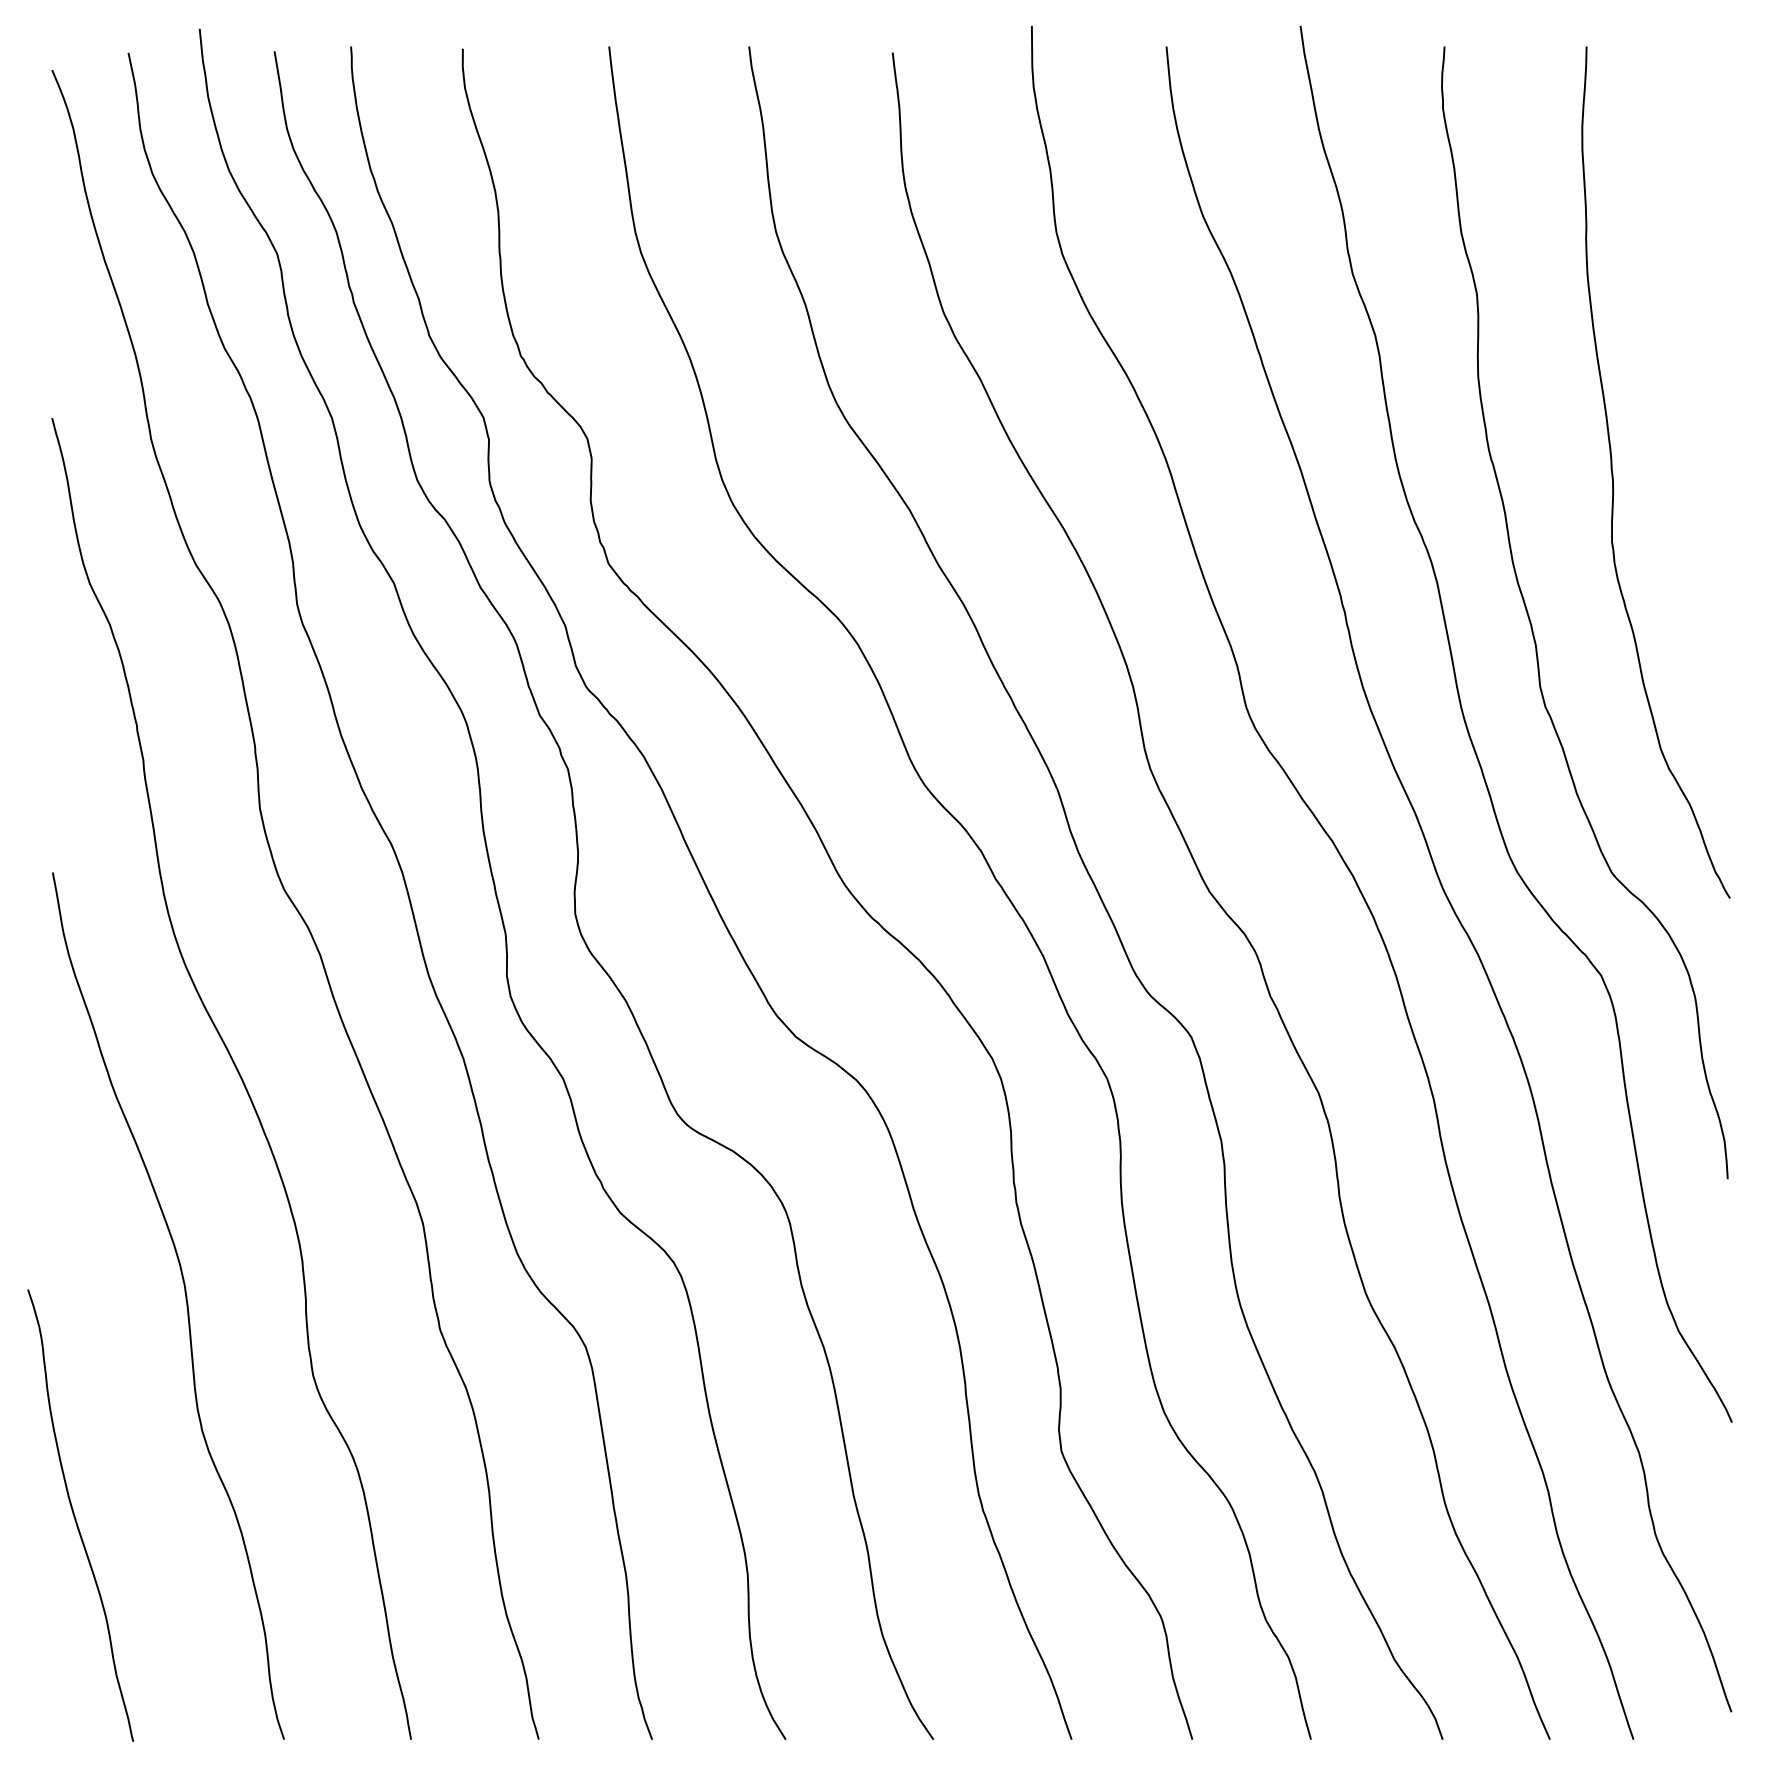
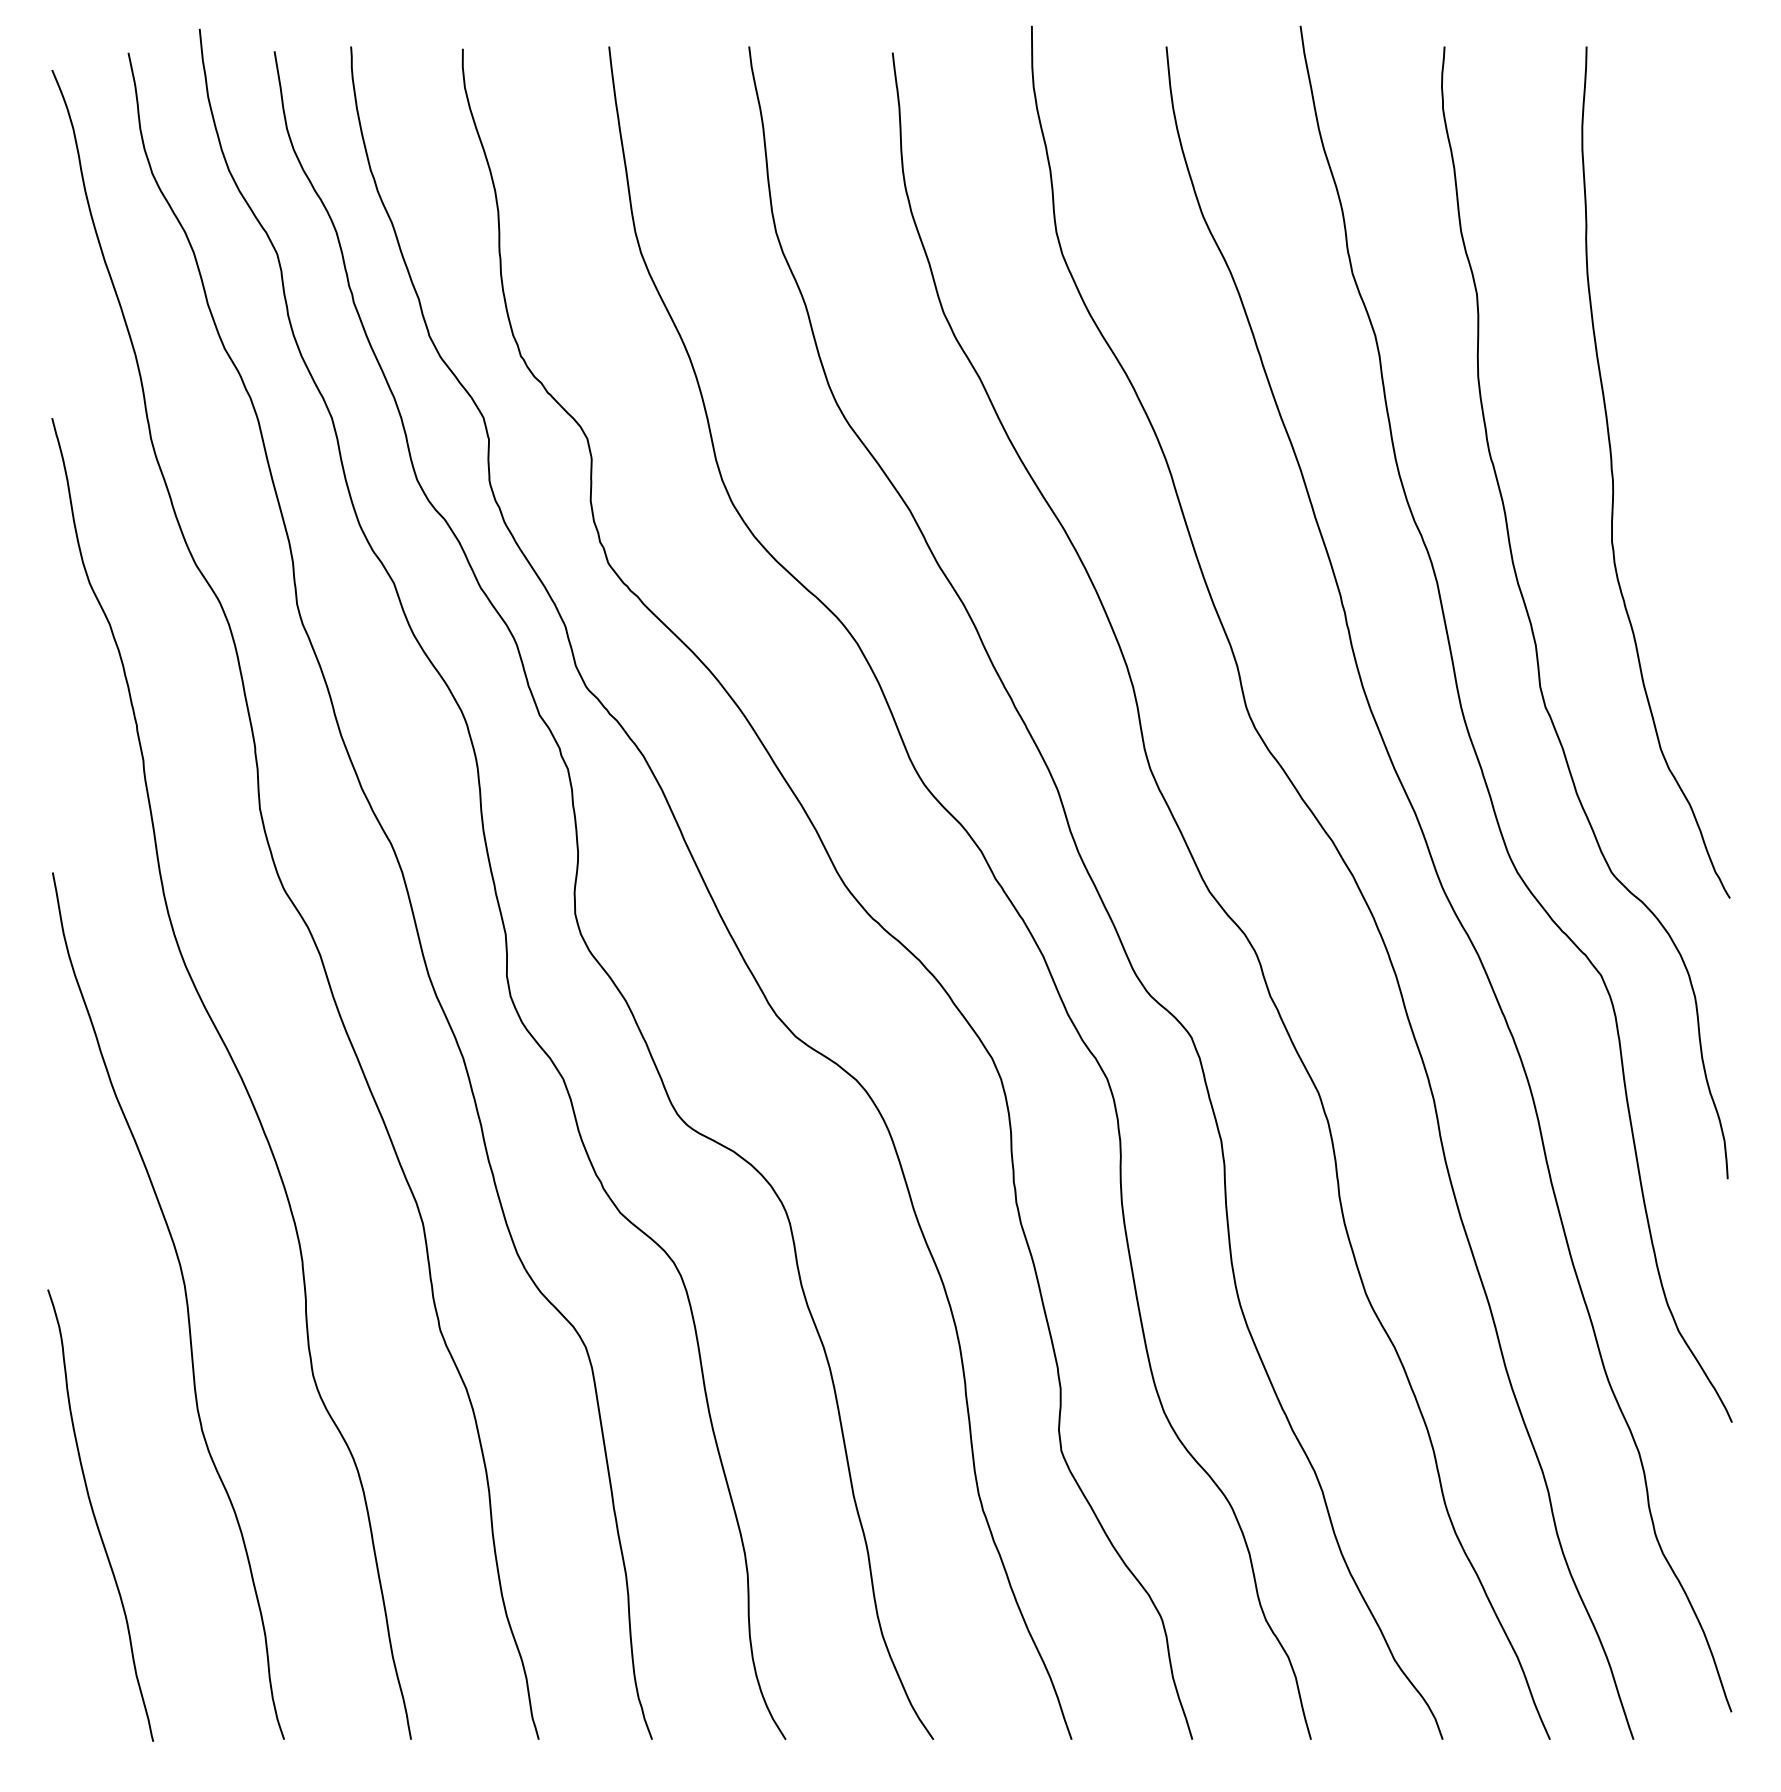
curve at (75, 1515) position: (75, 1515) -> (95, 1515)
